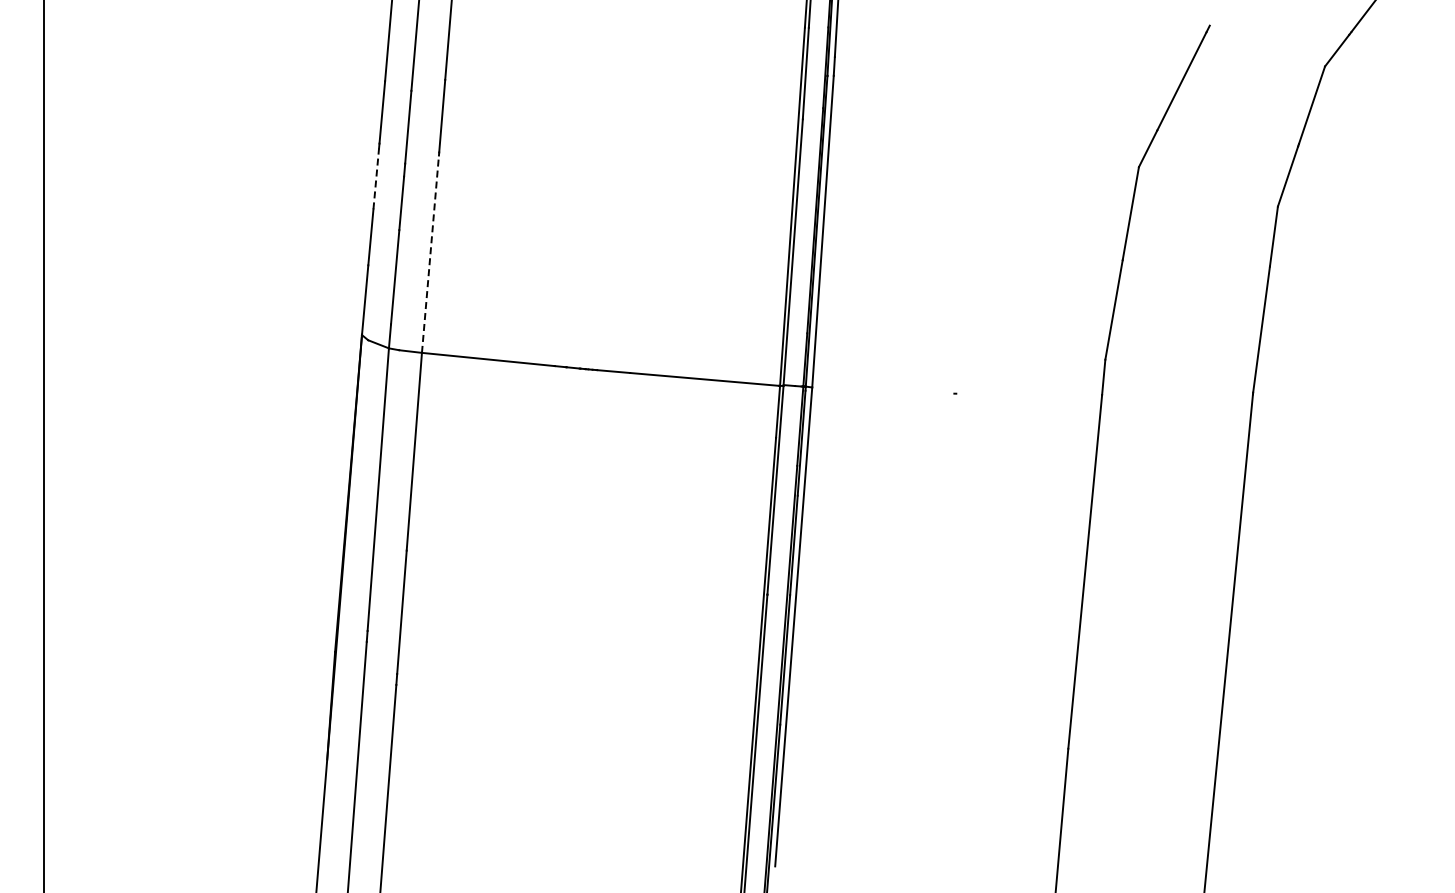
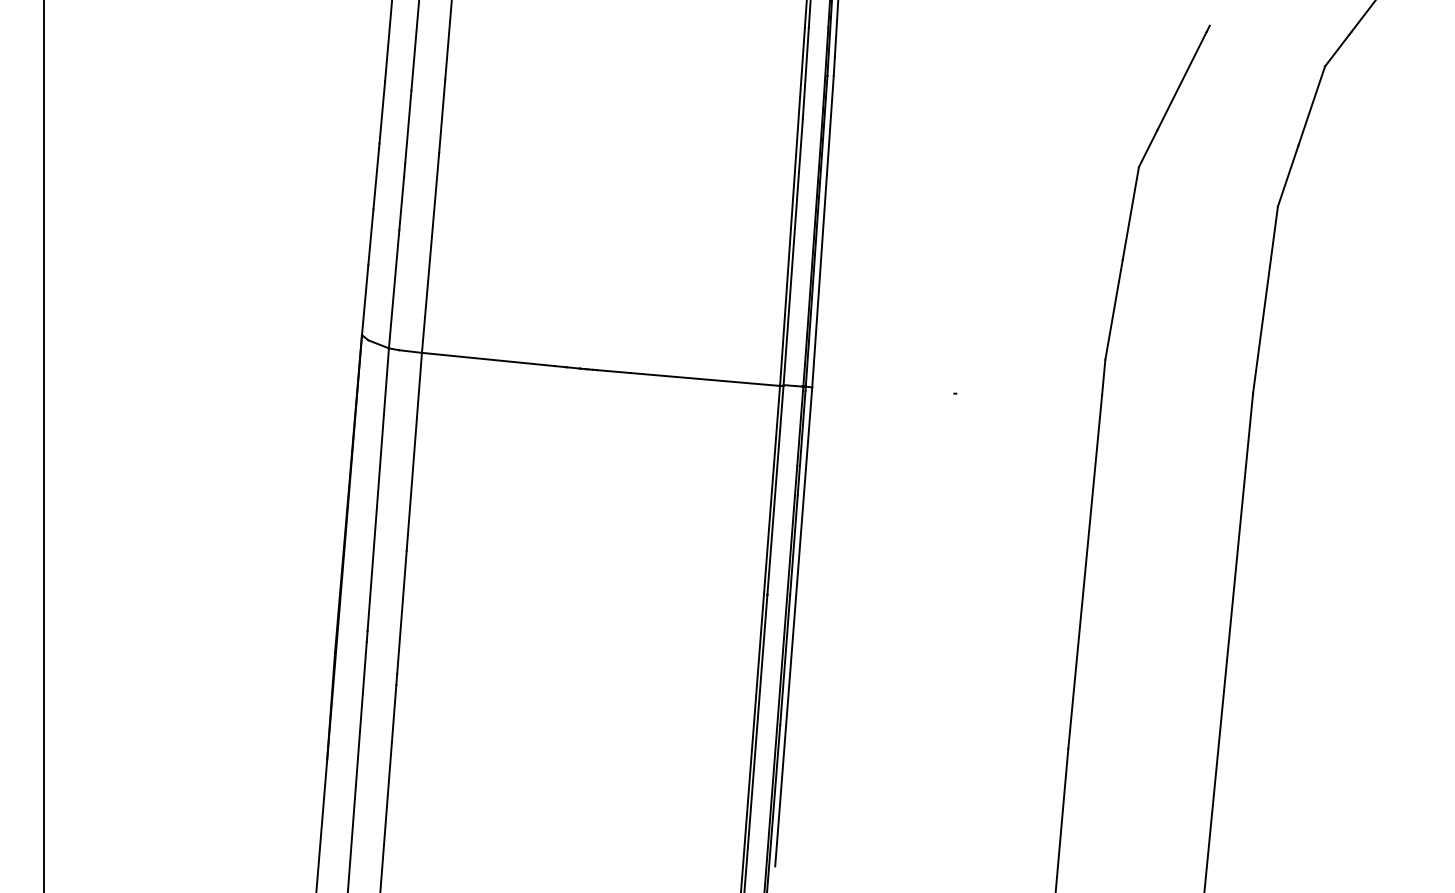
line at (376, 178): dashed -> solid
line at (430, 253): dashed -> solid
